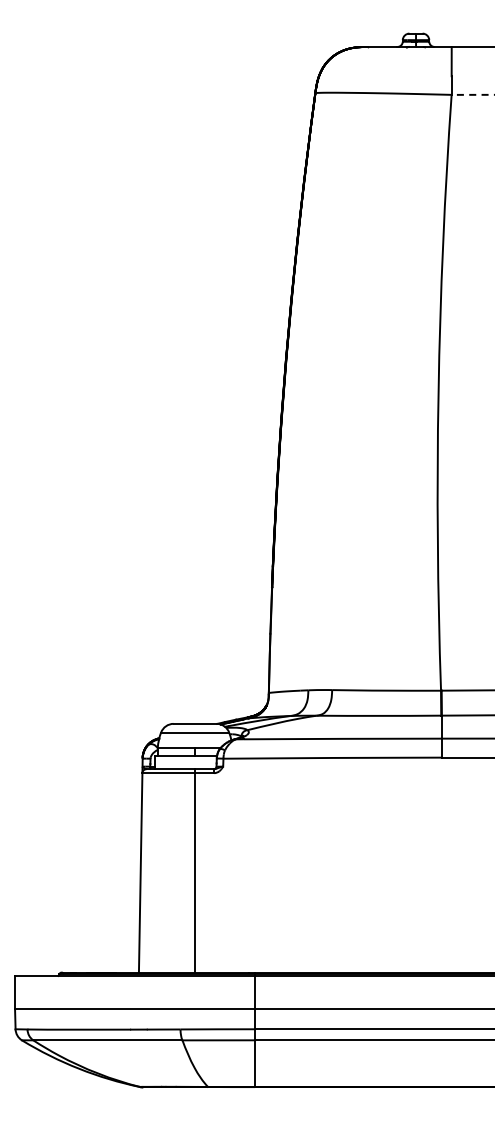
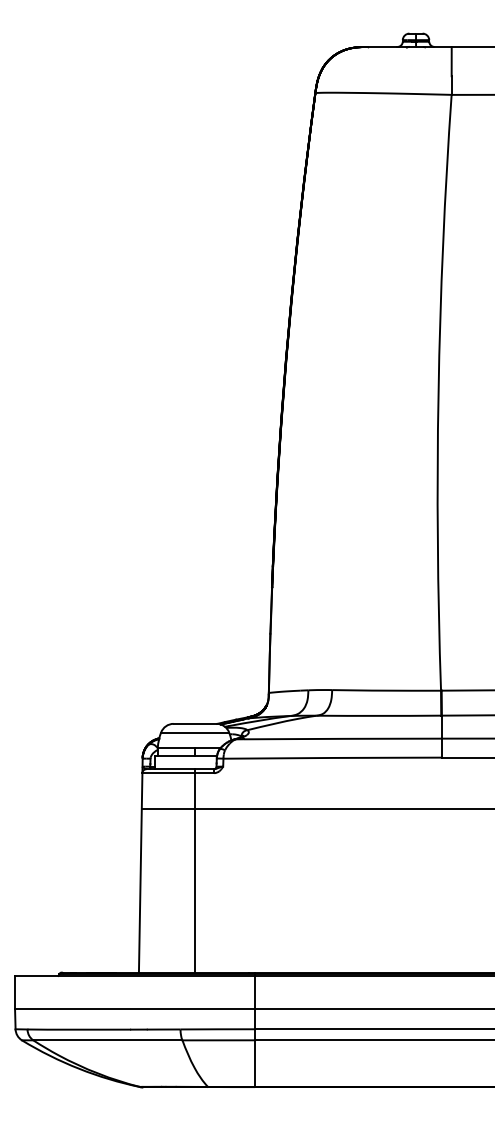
arc at (472, 94): dashed -> solid
line at (316, 809): none -> present
